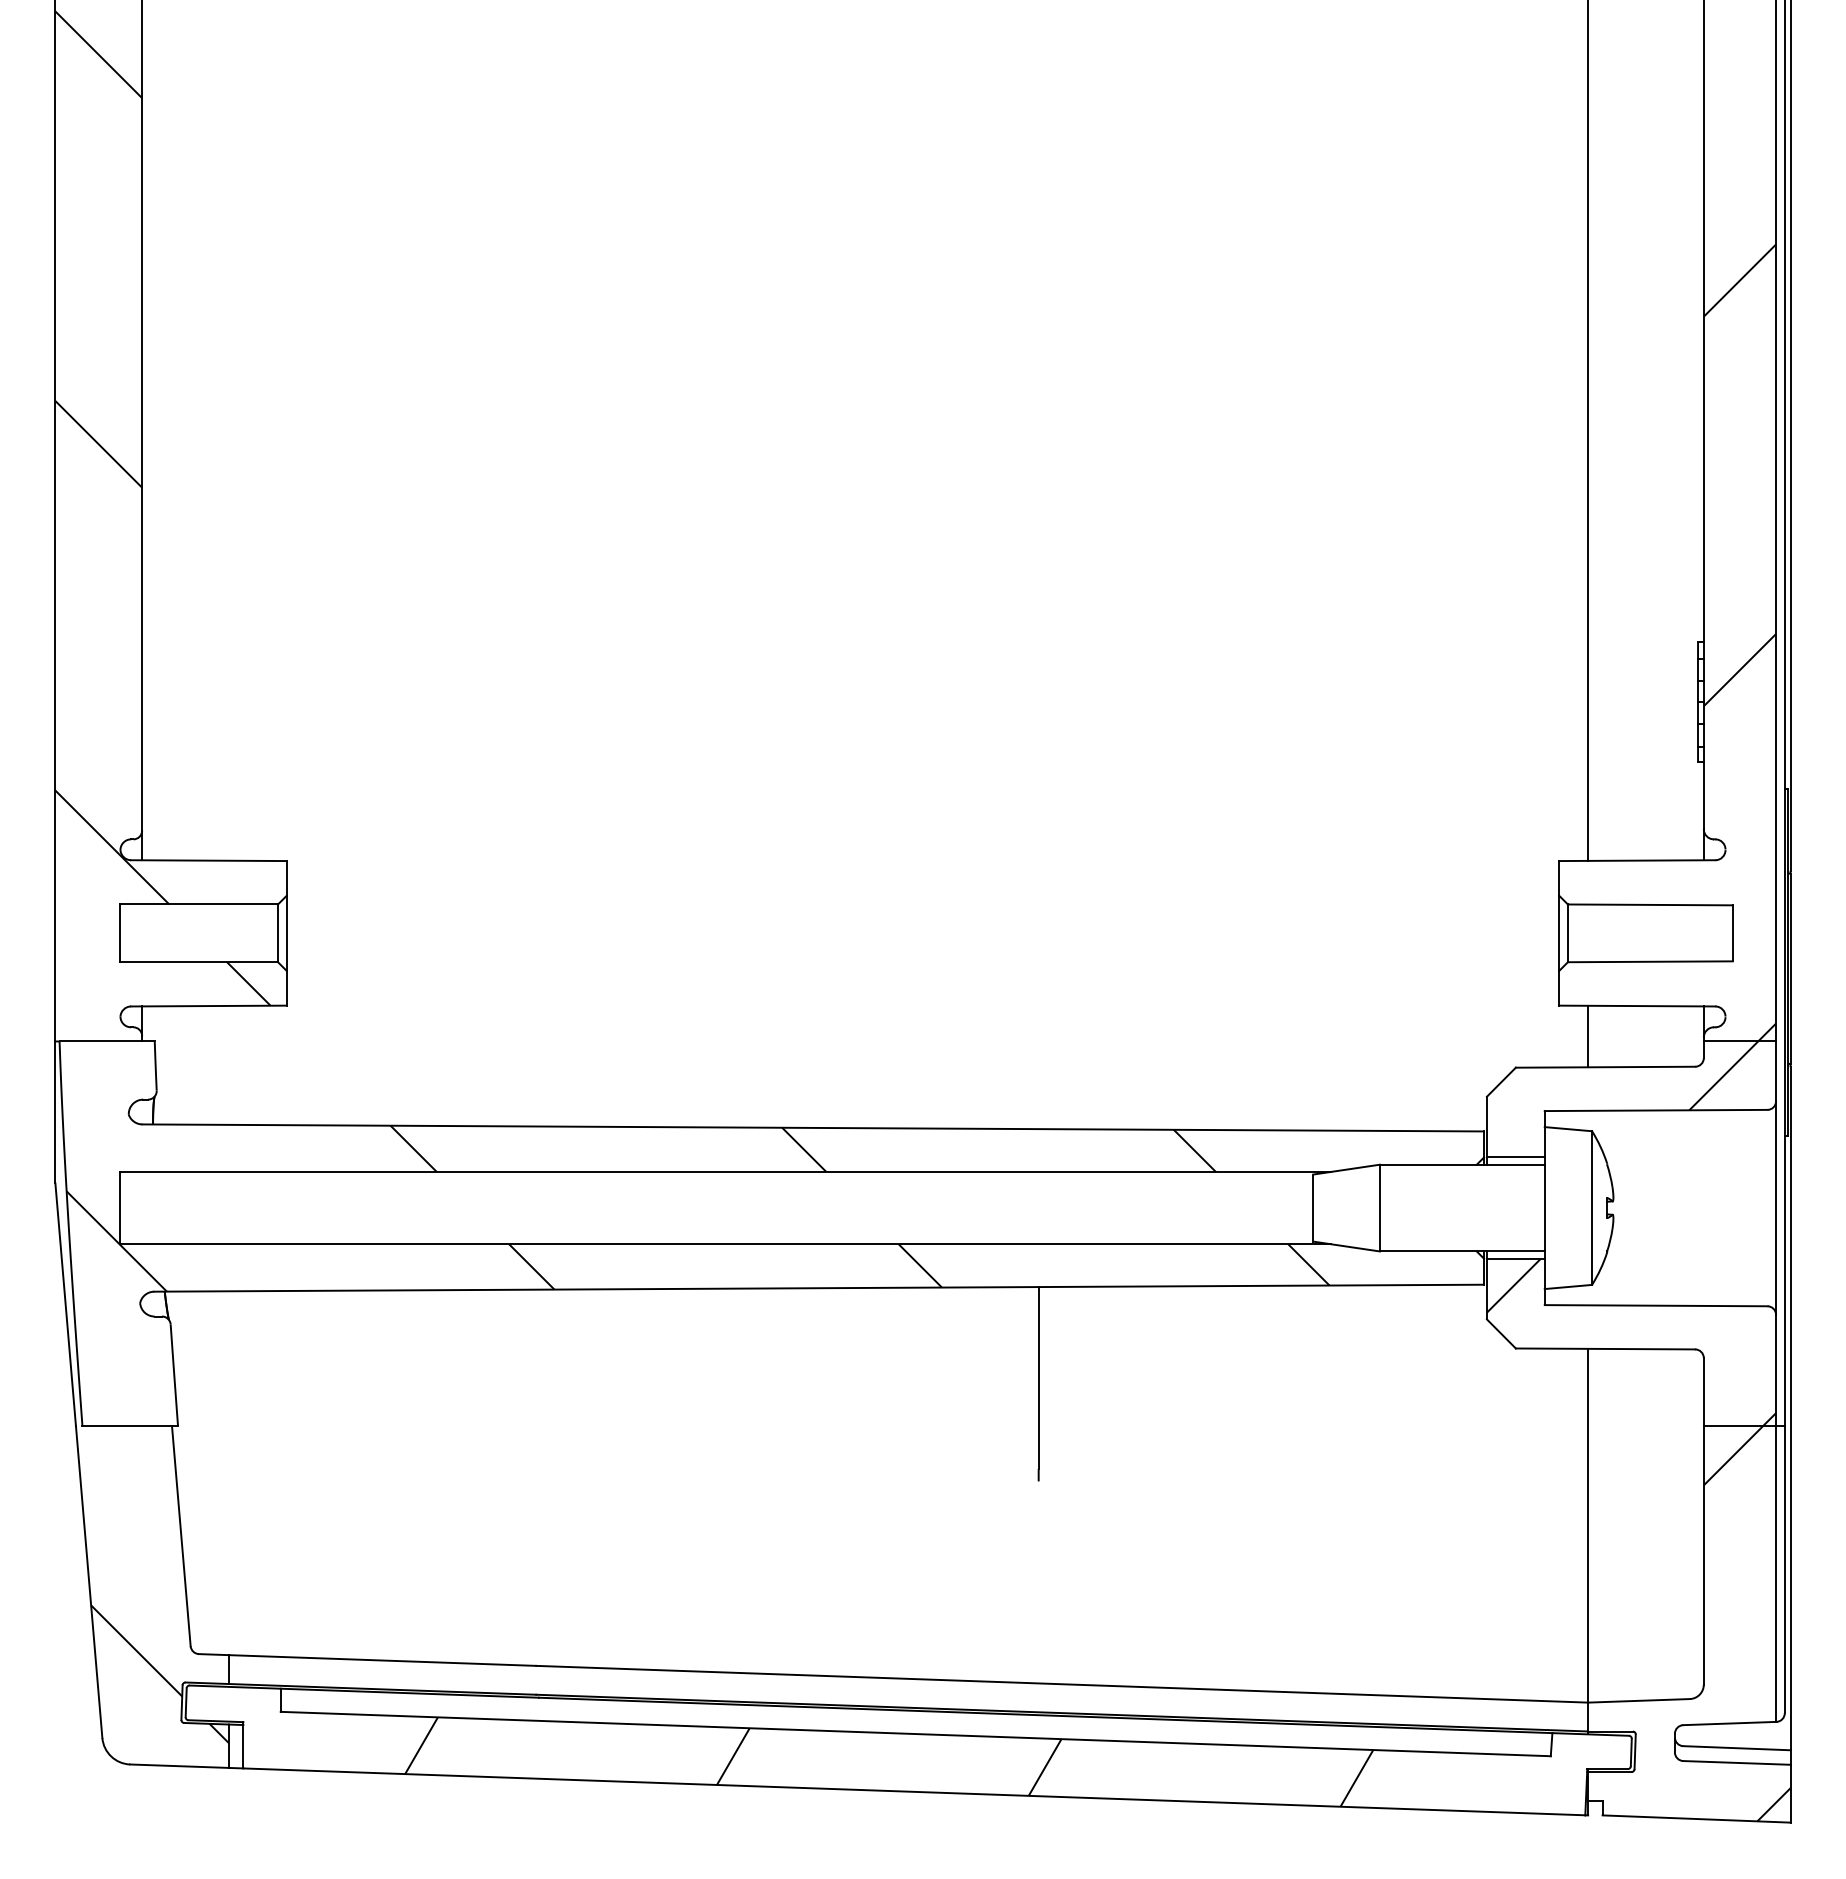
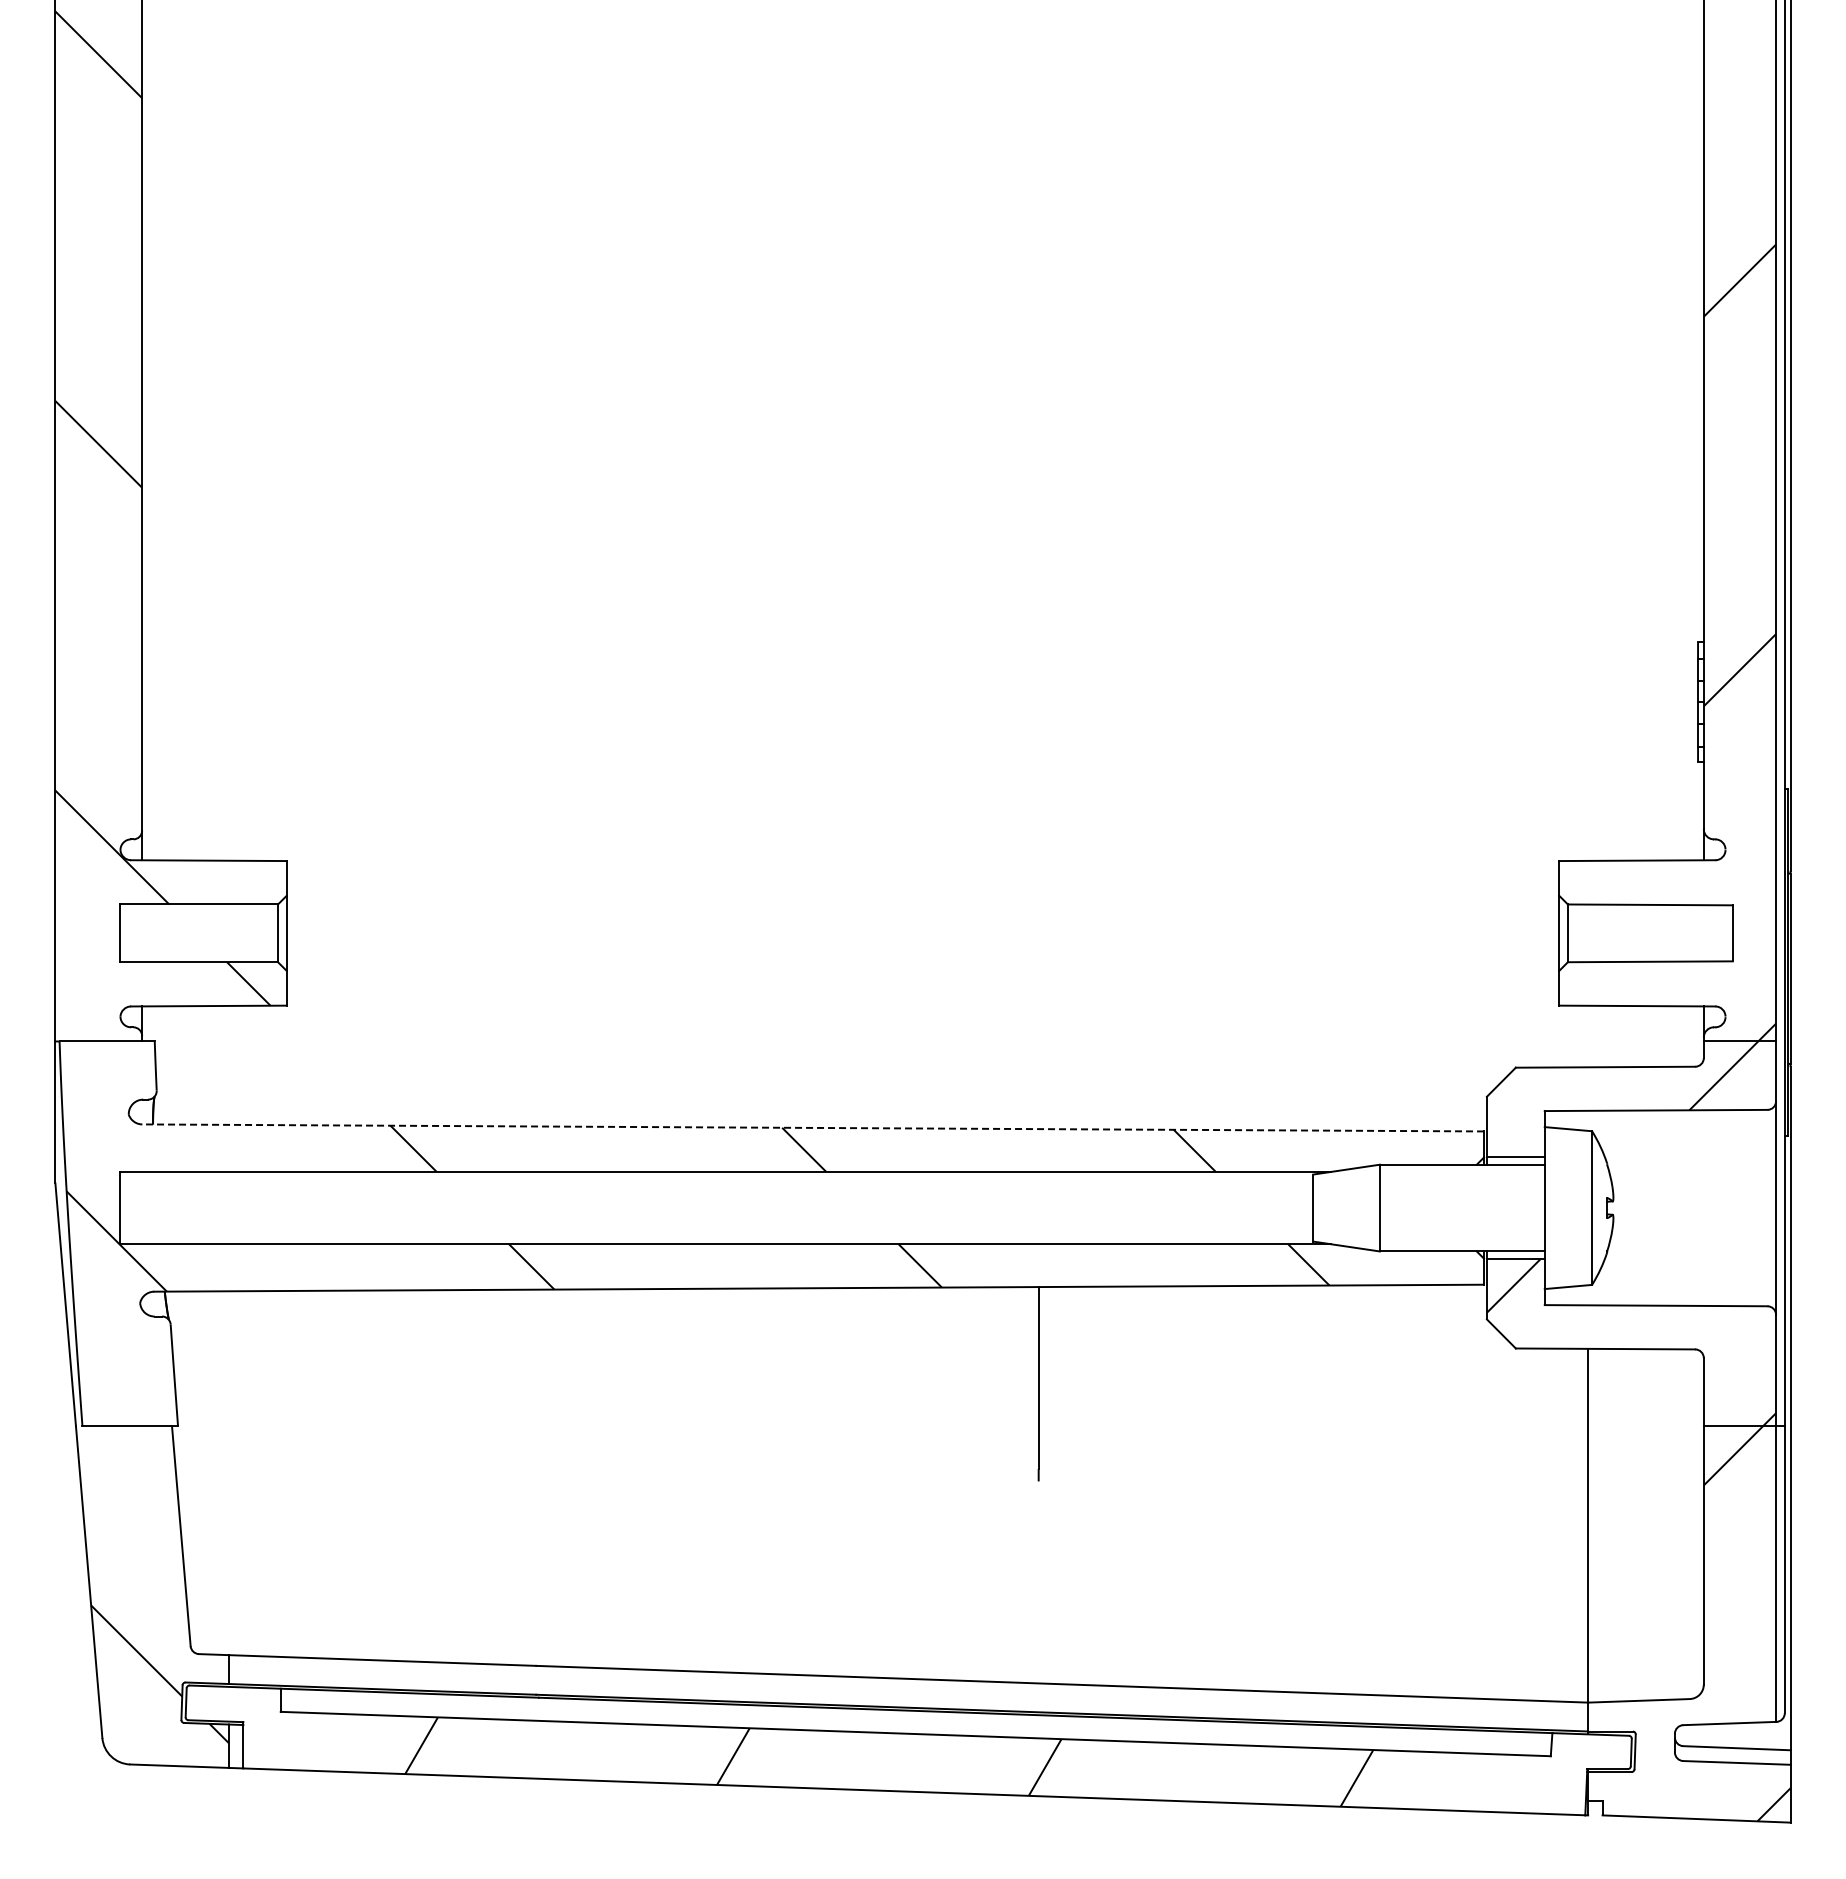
line at (1588, 431): present -> none
line at (1588, 1036): present -> none
line at (813, 1127): solid -> dashed
